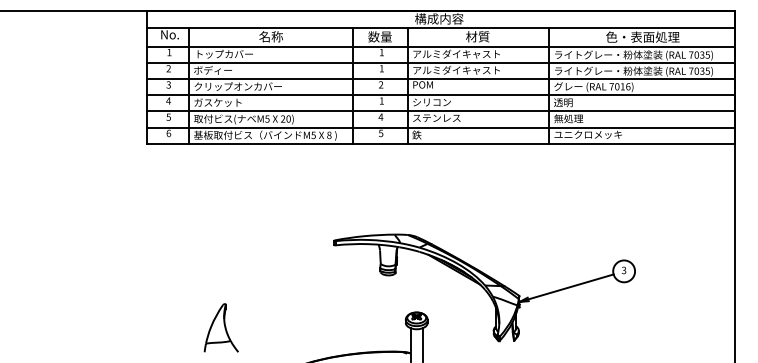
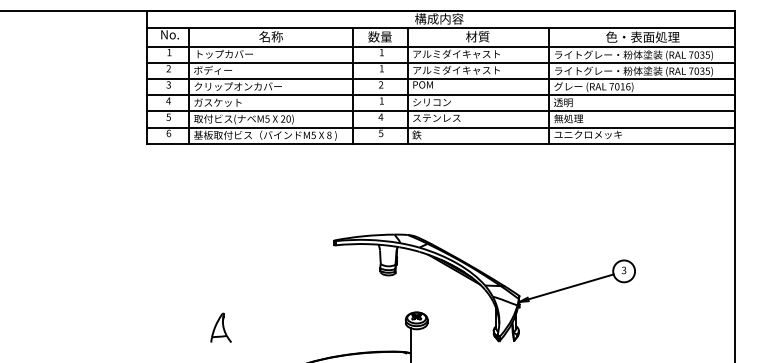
part at (220, 327) size: 36x50 px -> 22x31 px
line at (422, 343): present -> none
